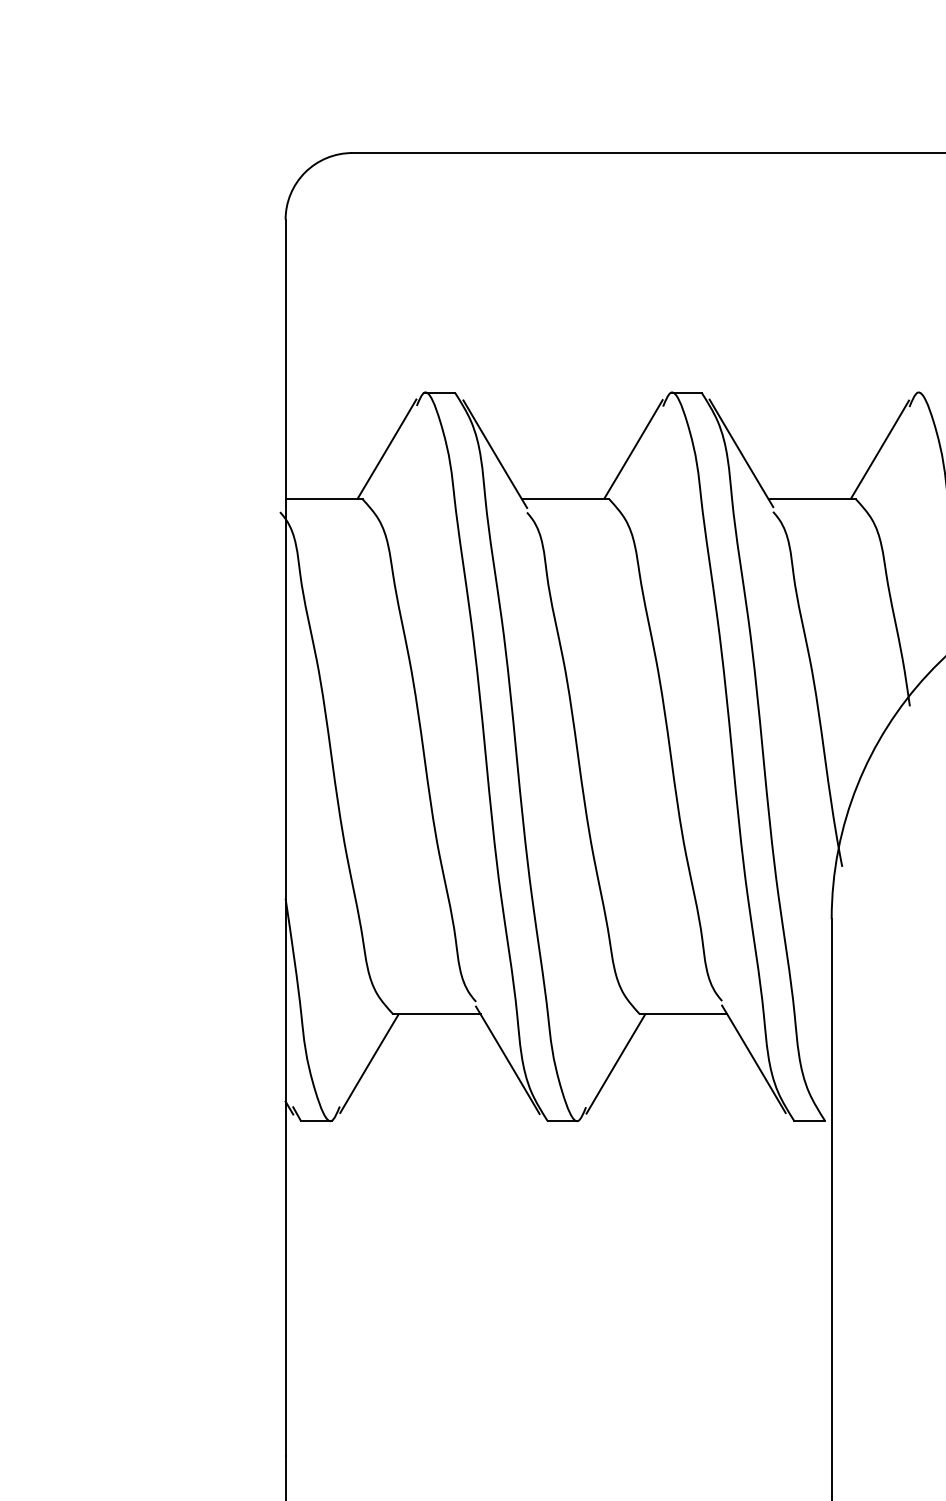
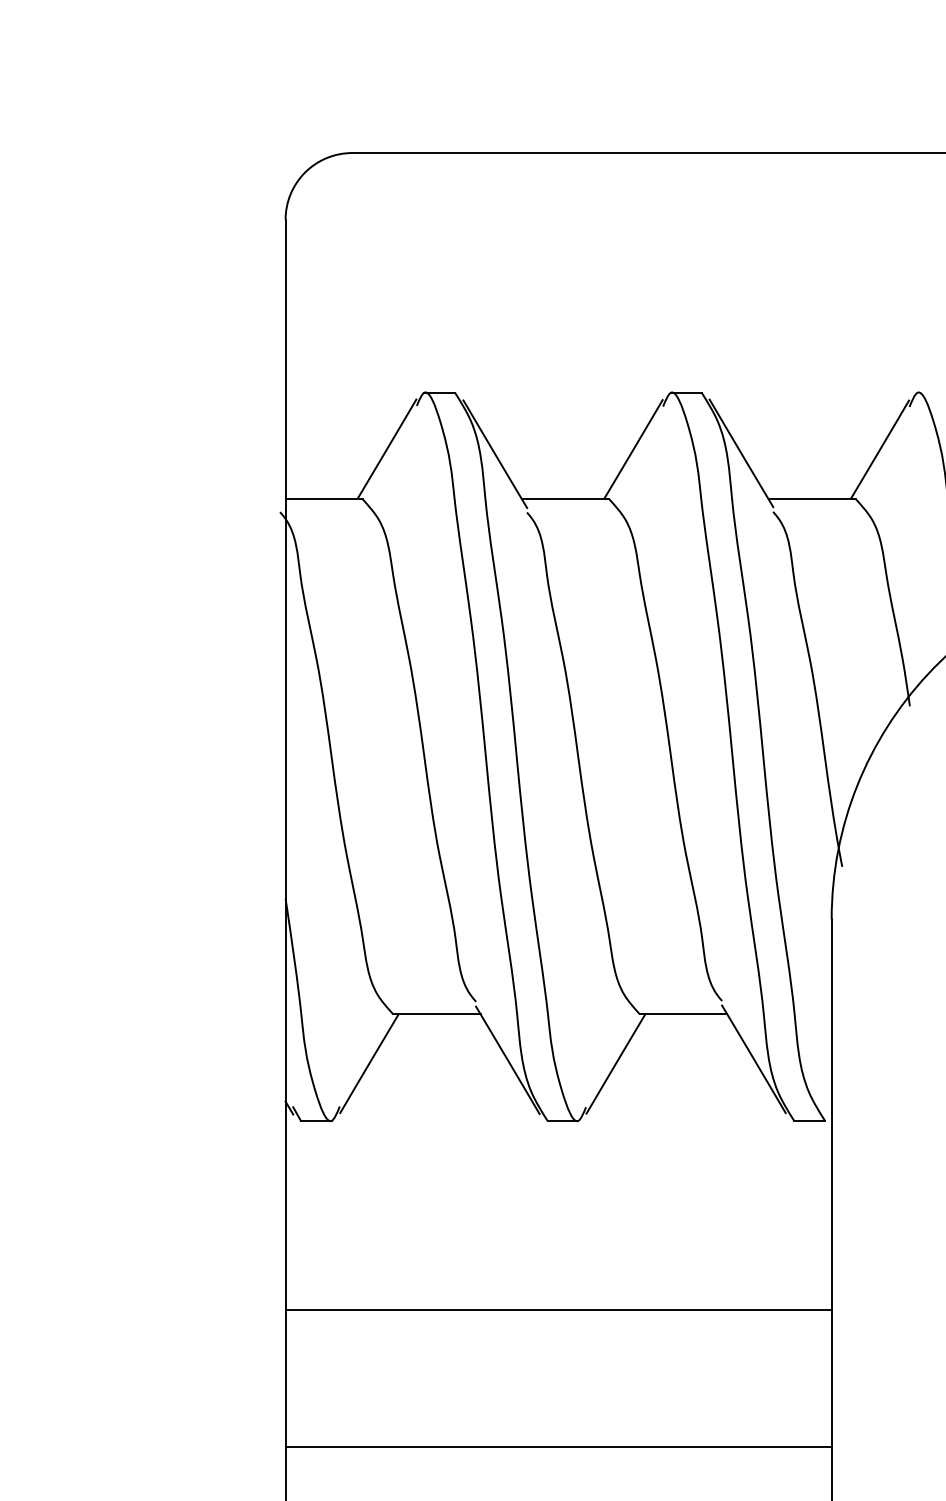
line at (558, 1309): none -> present
line at (558, 1447): none -> present
